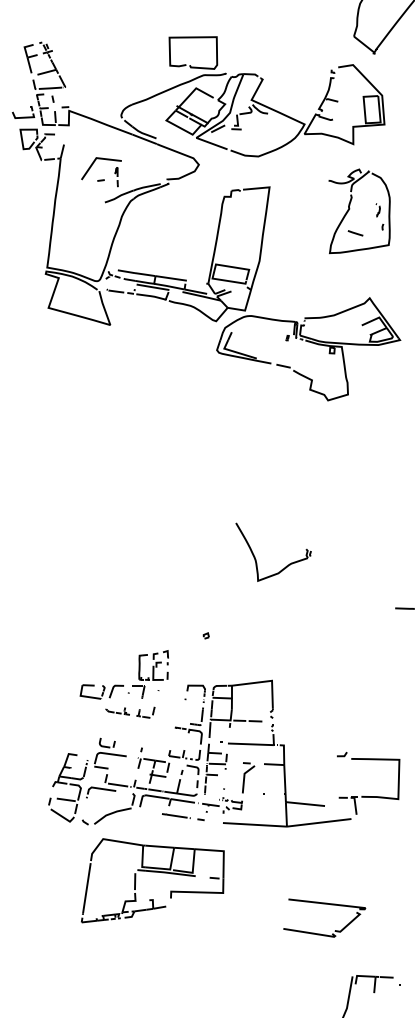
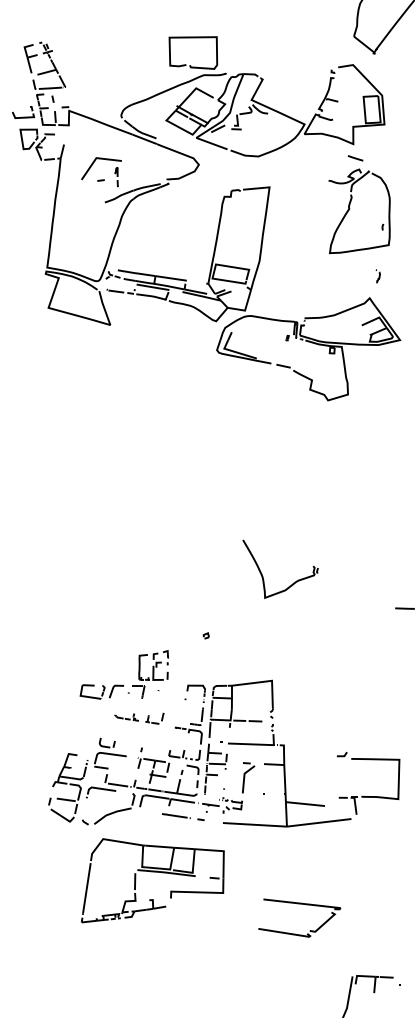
part at (377, 210) position: (377, 210) -> (377, 276)
line at (355, 233) position: (355, 233) -> (355, 158)
part at (255, 556) position: (255, 556) -> (262, 573)
part at (130, 712) position: (130, 712) -> (139, 718)
part at (324, 904) position: (324, 904) -> (299, 904)
